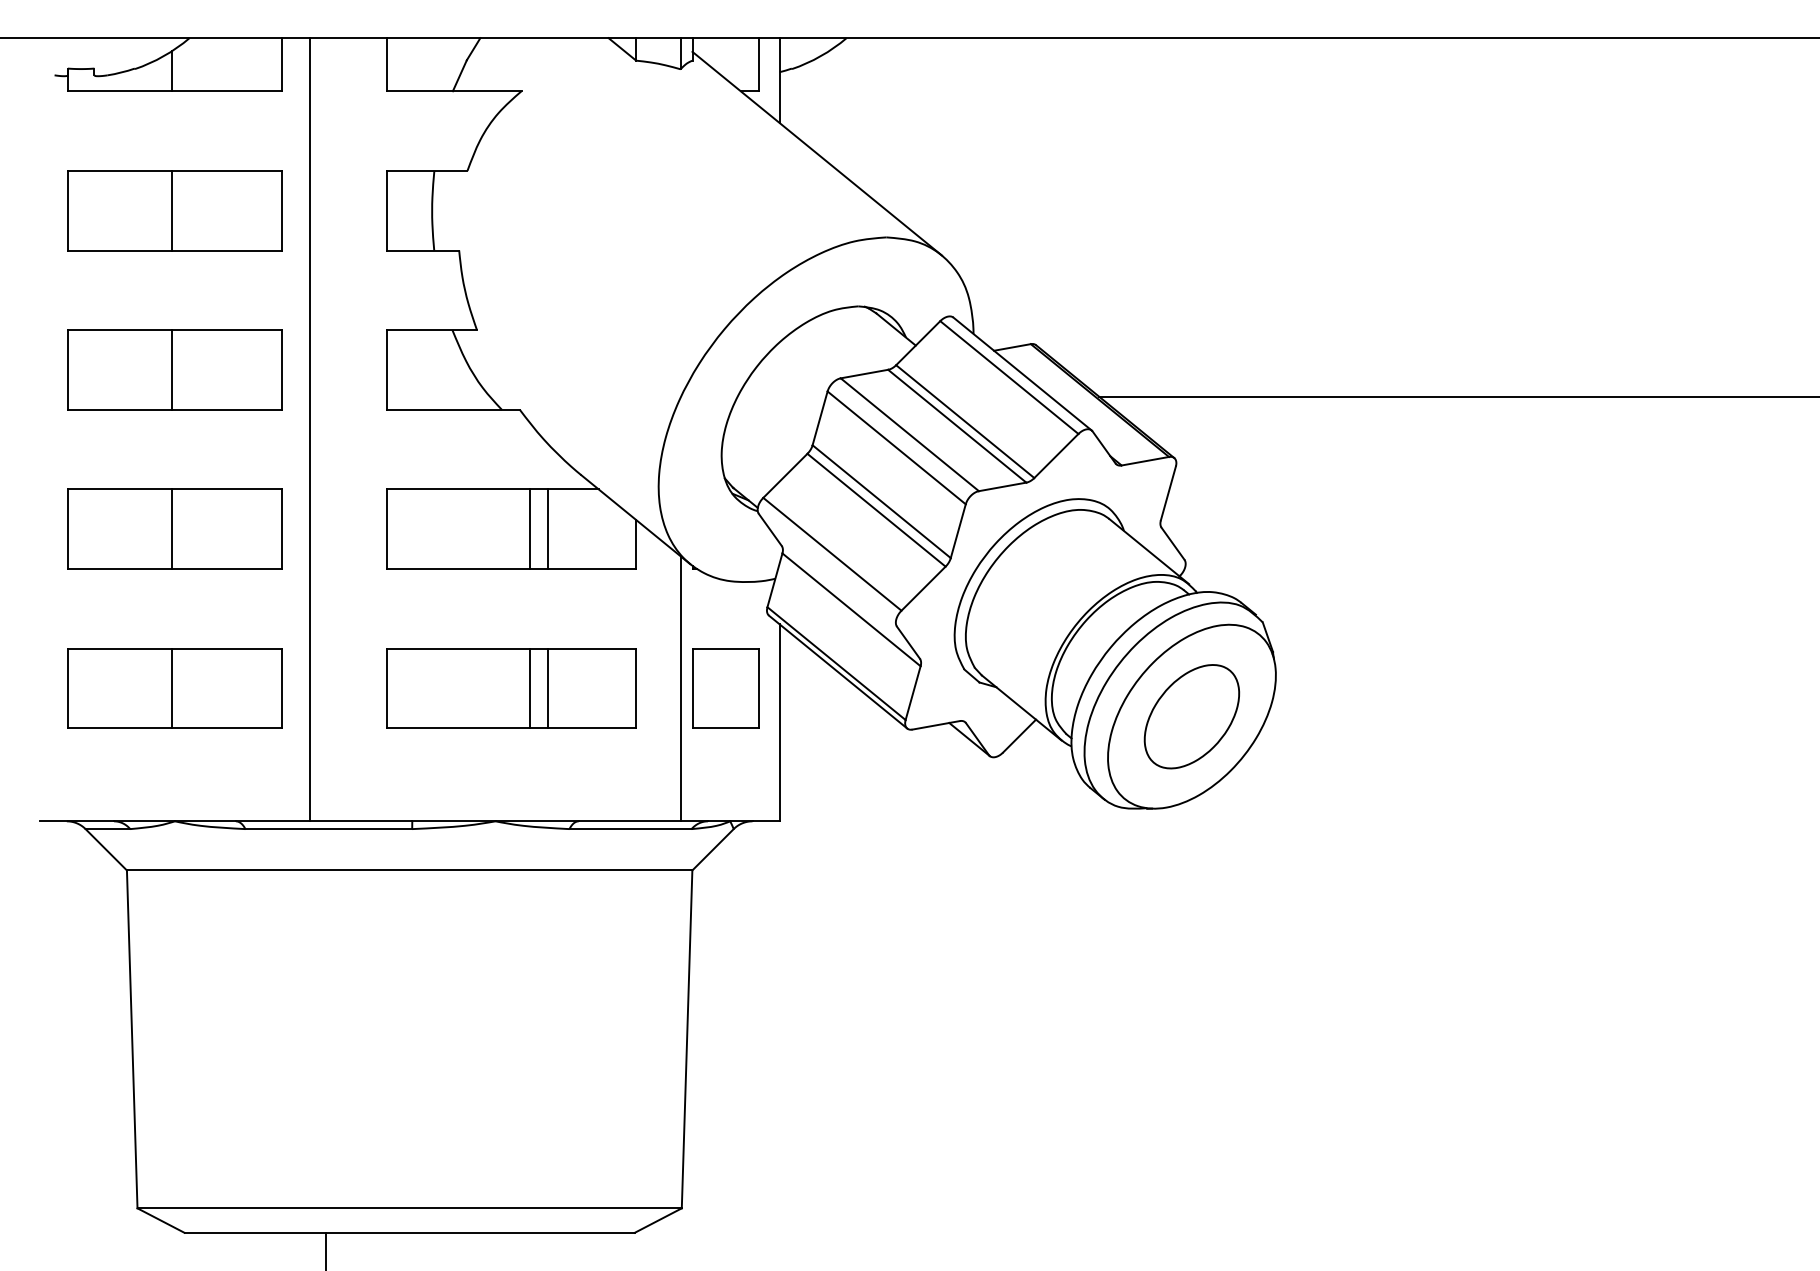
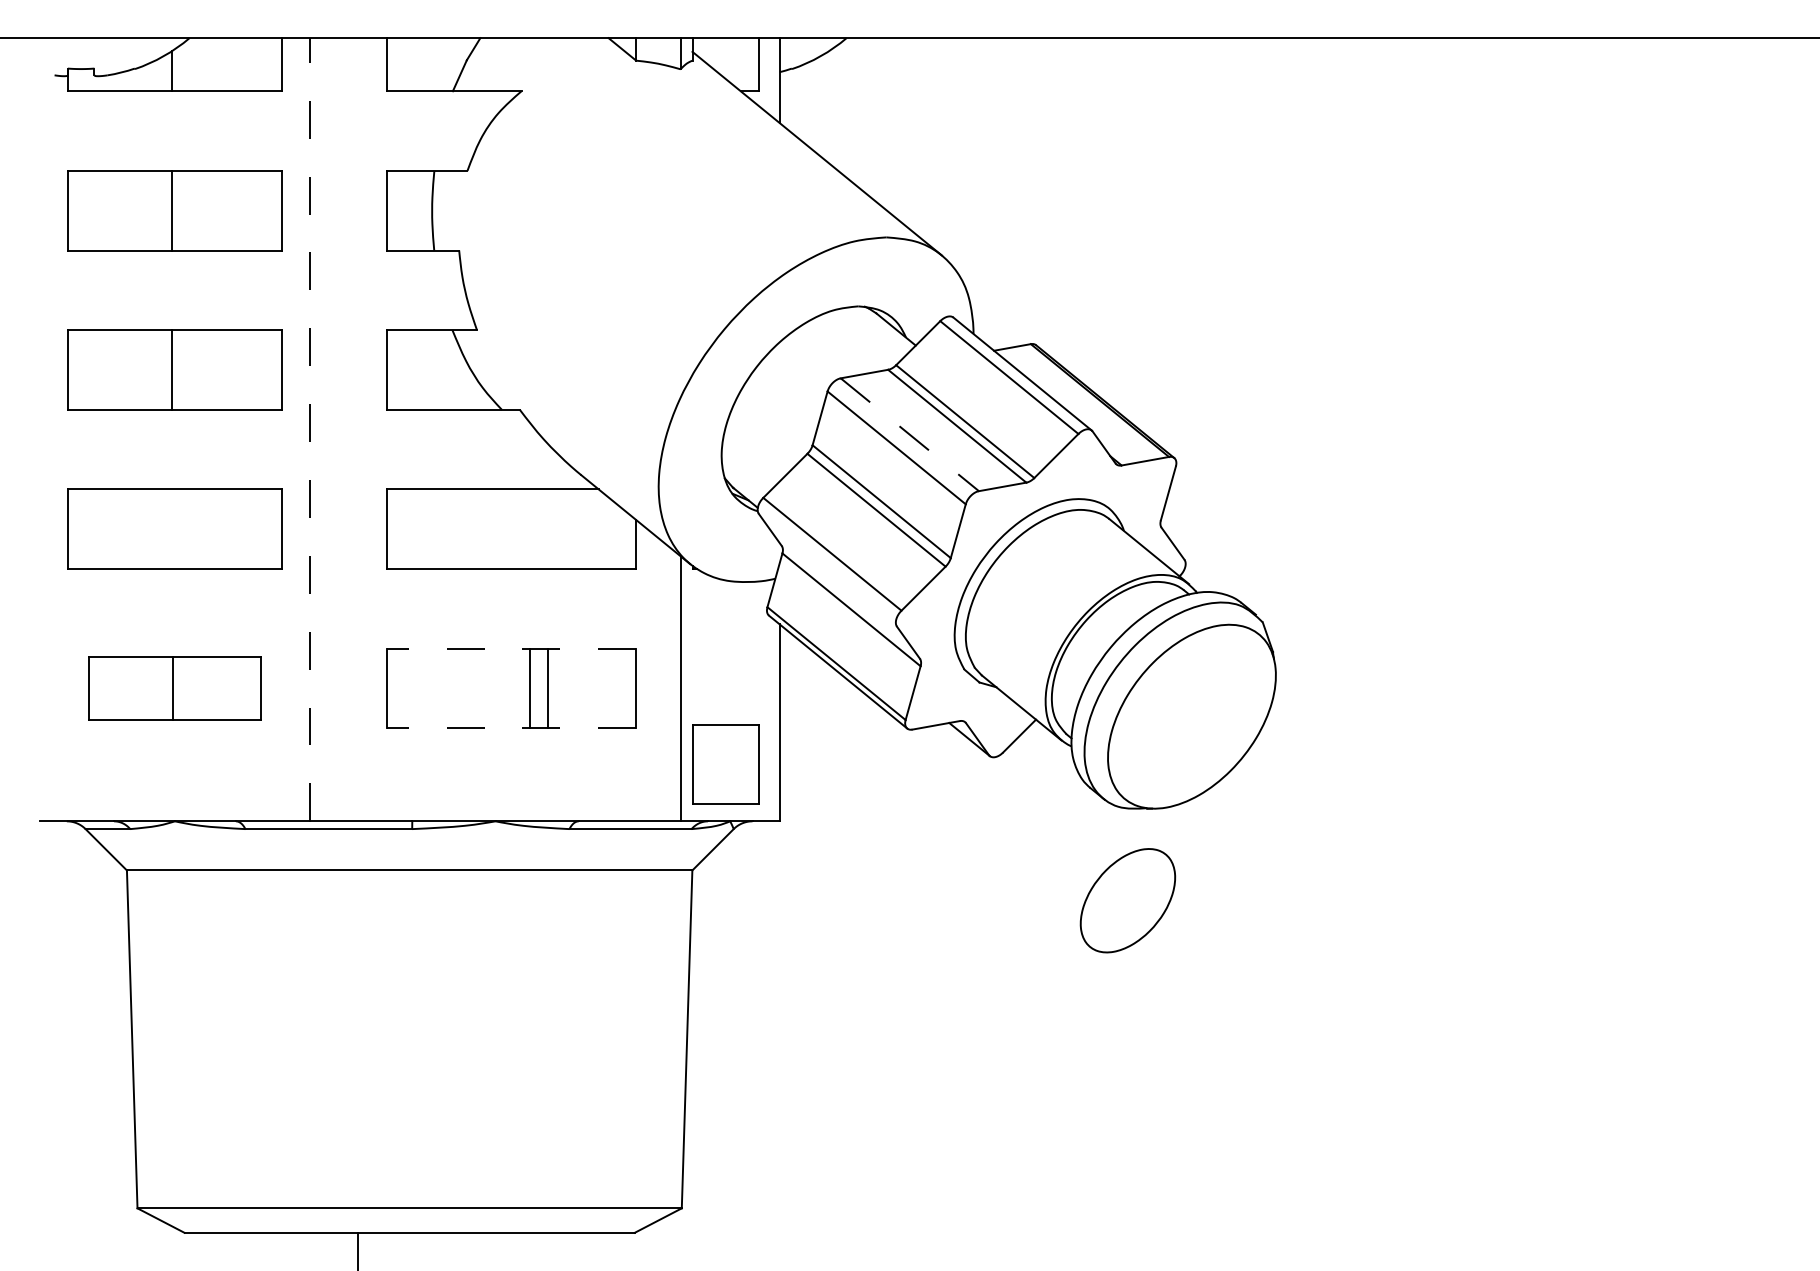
line at (1457, 396): present -> none
line at (310, 429): solid -> dashed
line at (910, 435): solid -> dashed
line at (171, 529): present -> none
line at (529, 529): present -> none
line at (548, 529): present -> none
line at (511, 648): solid -> dashed
part at (174, 688) size: 216x81 px -> 174x65 px
part at (725, 688) position: (725, 688) -> (725, 764)
part at (1191, 716) position: (1191, 716) -> (1127, 900)
line at (511, 728): solid -> dashed
line at (326, 1249) position: (326, 1249) -> (358, 1249)
